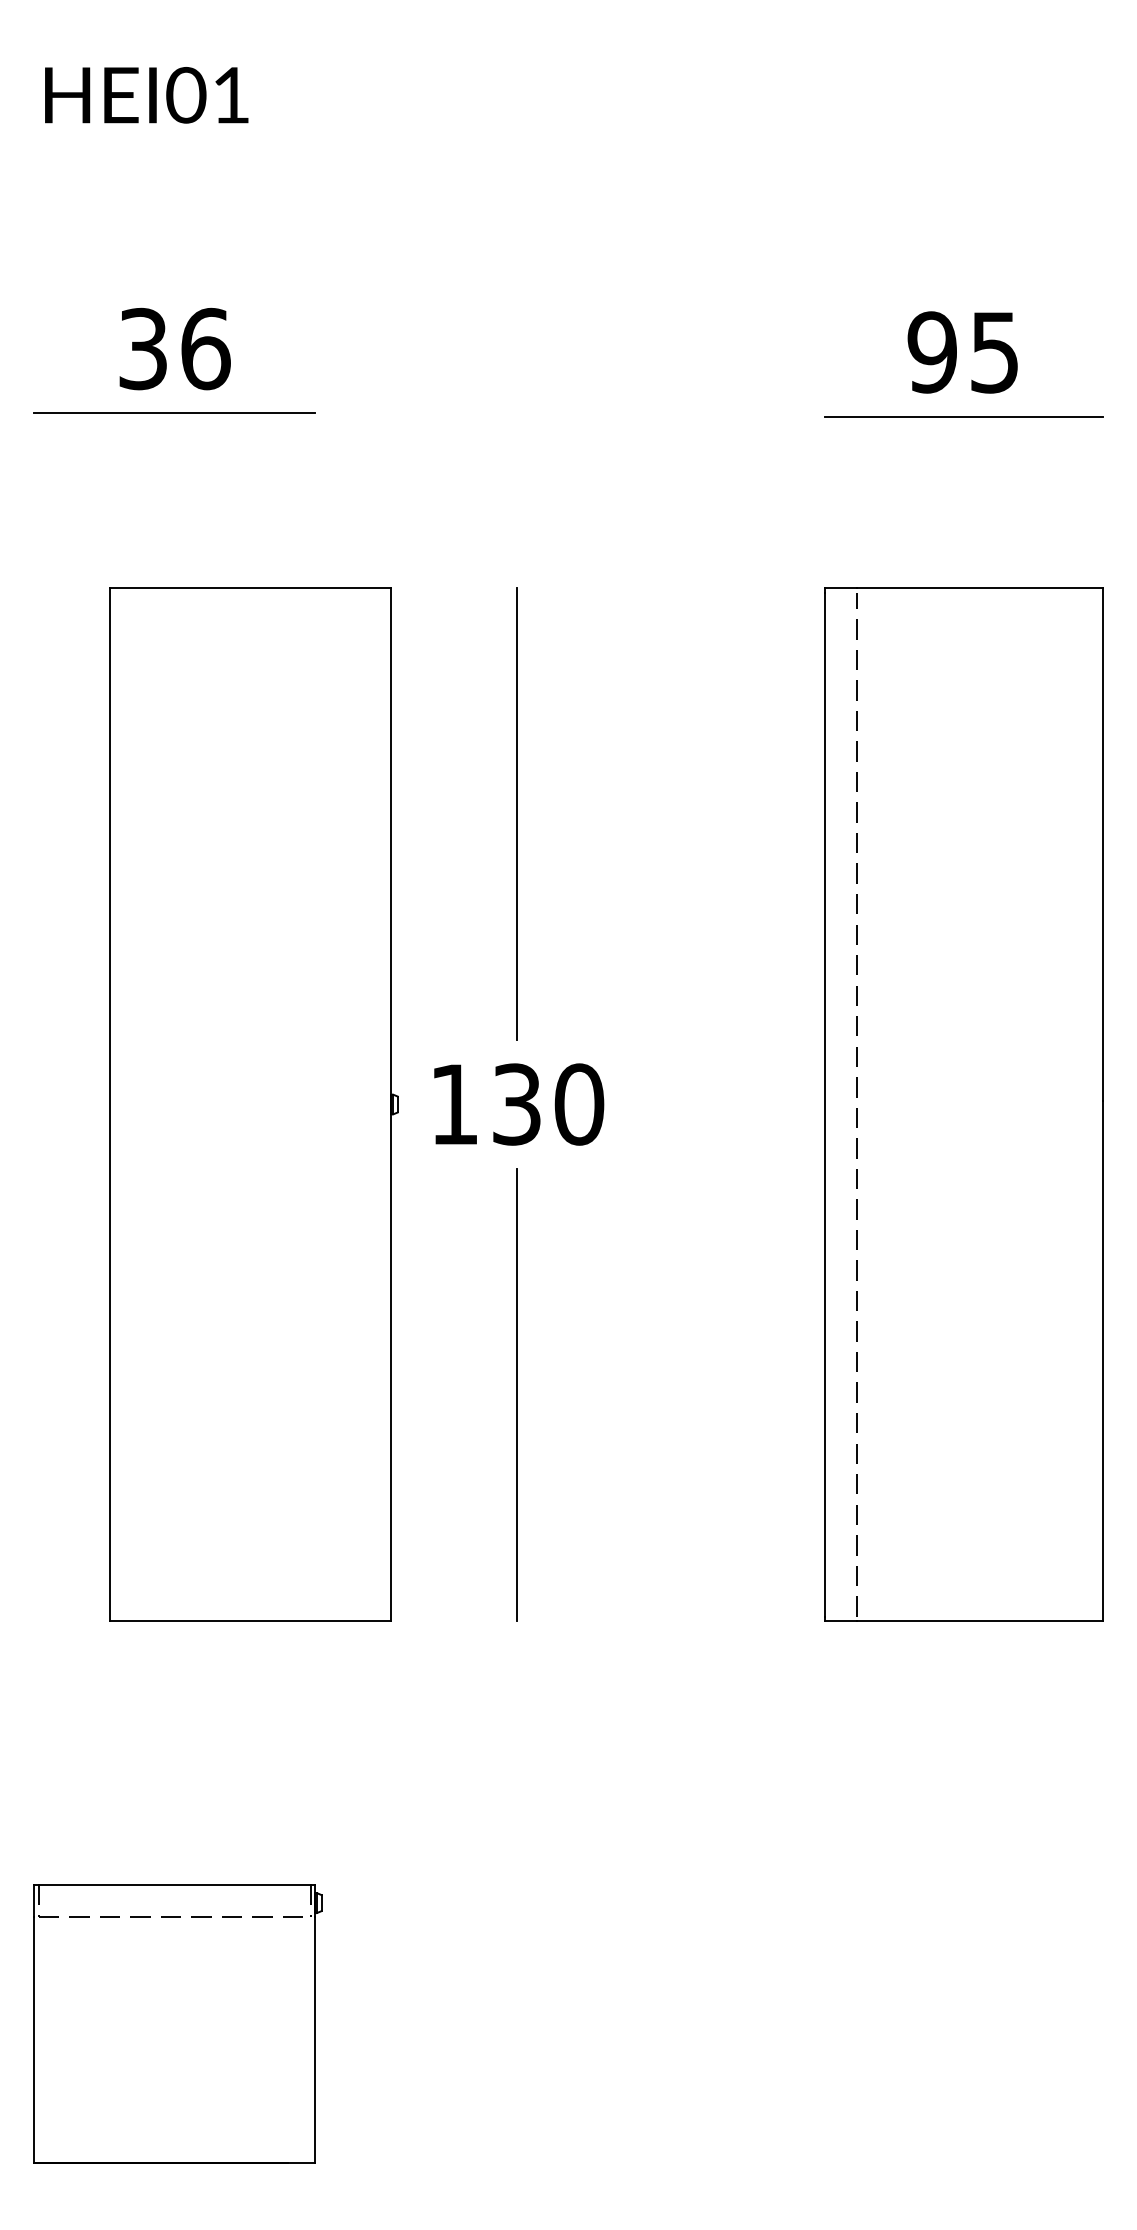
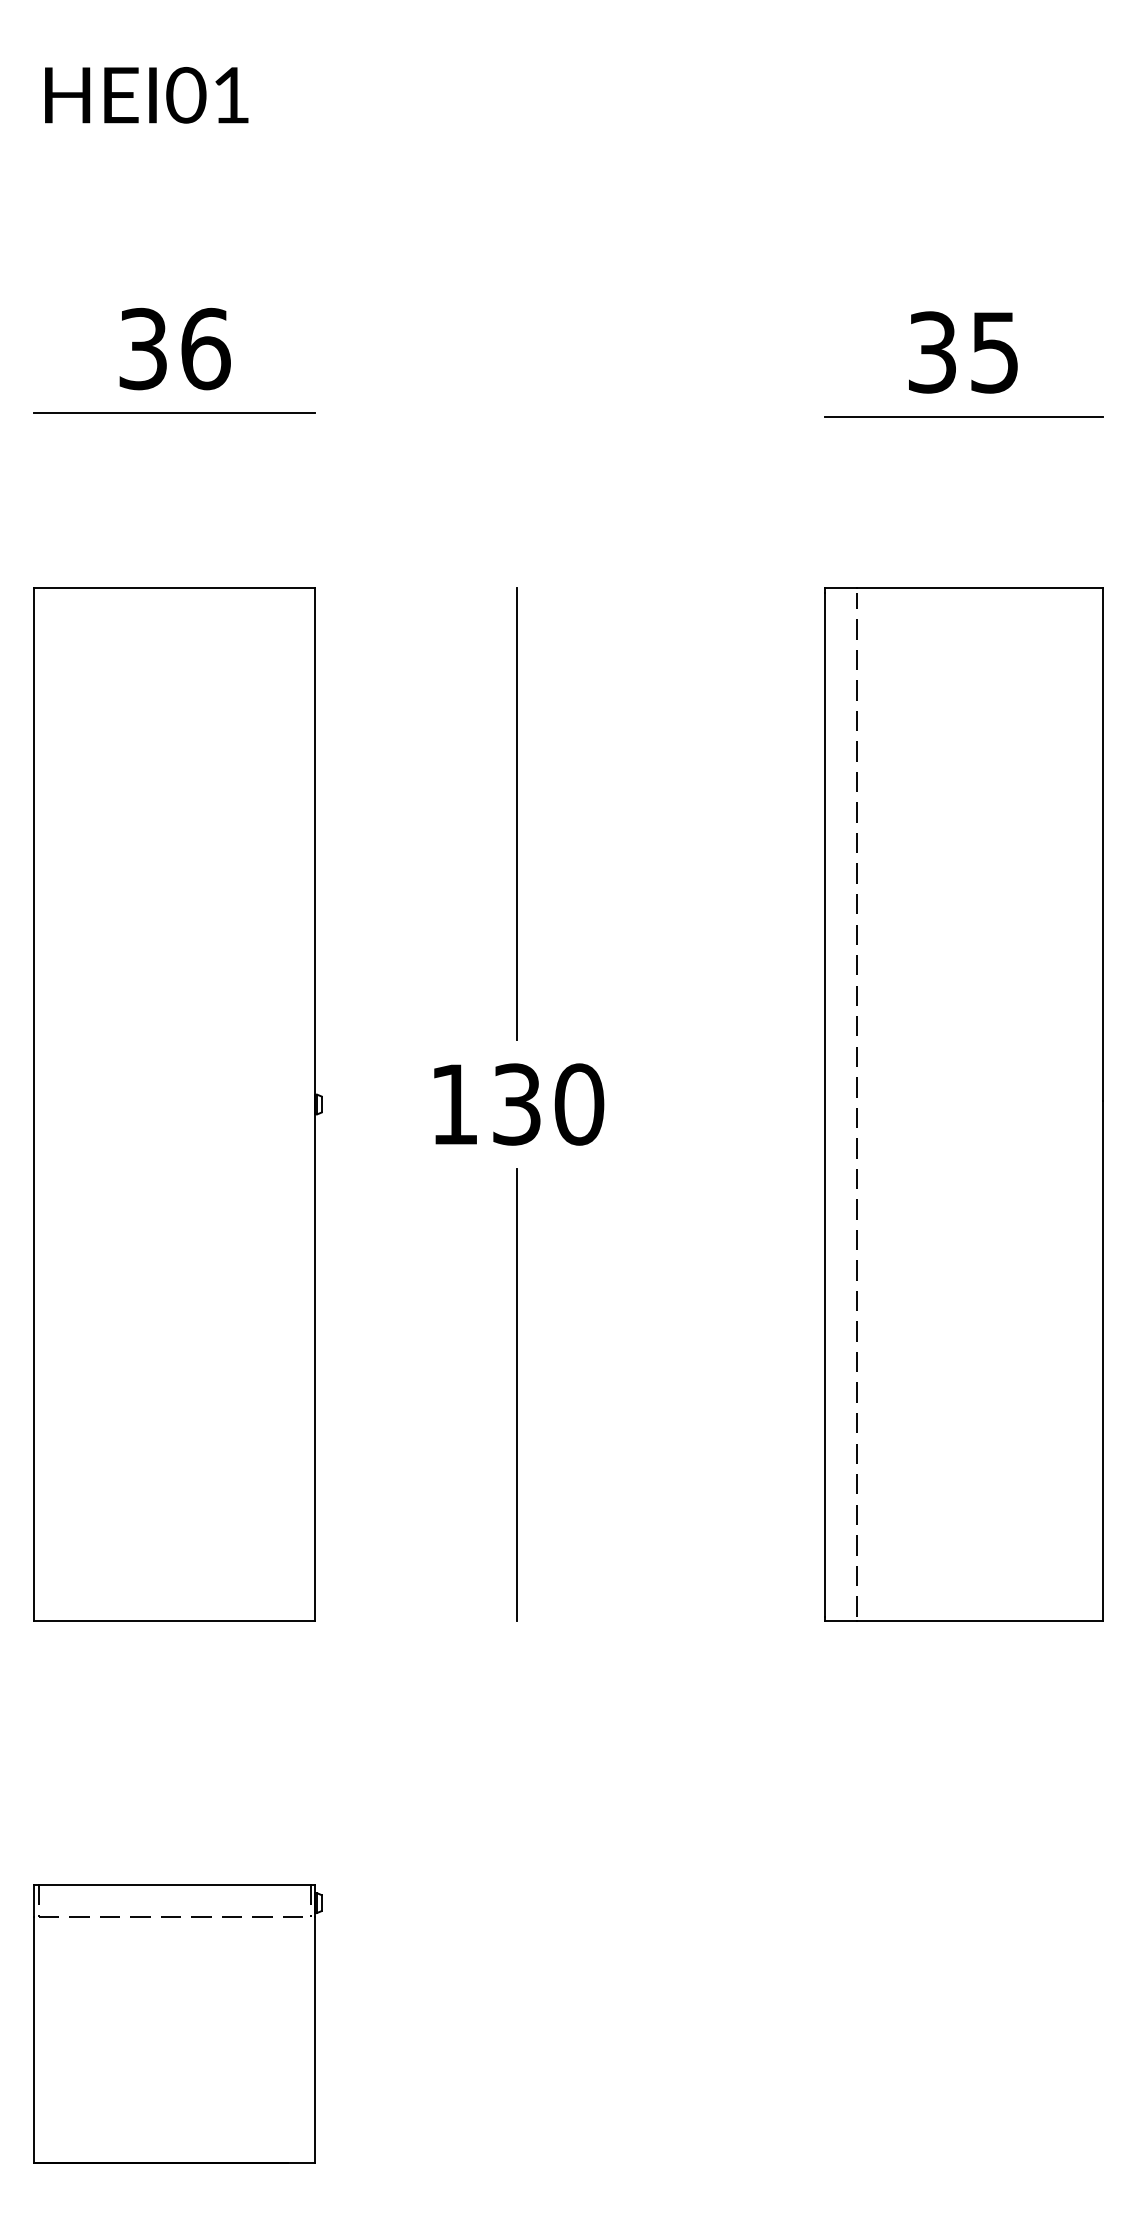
text at (931, 352): 95 -> 35
part at (253, 1104) position: (253, 1104) -> (177, 1104)
